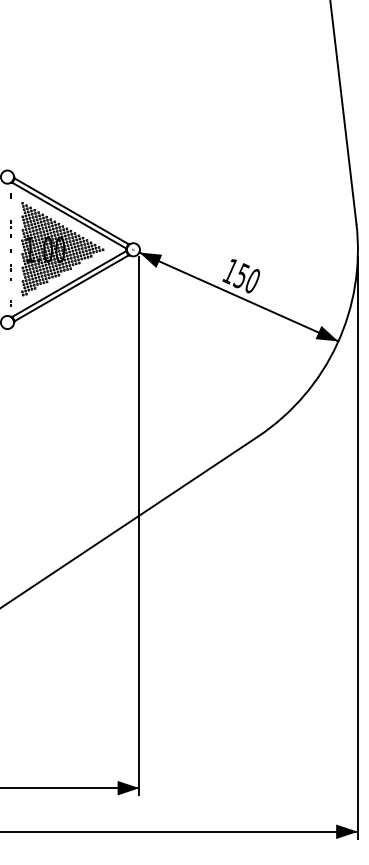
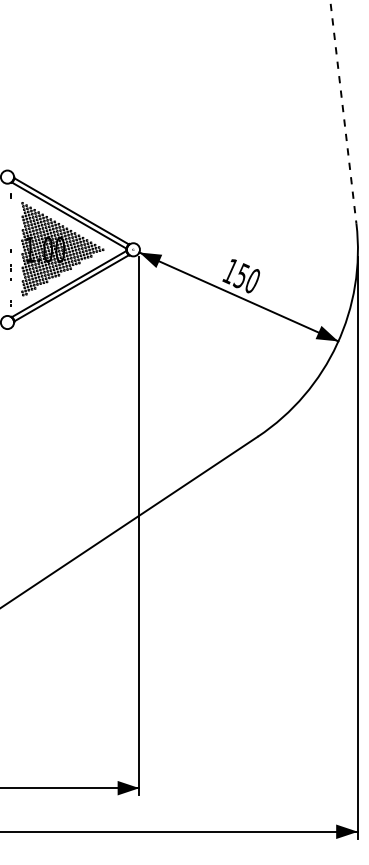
line at (343, 112): solid -> dashed
line at (10, 228): present -> none
